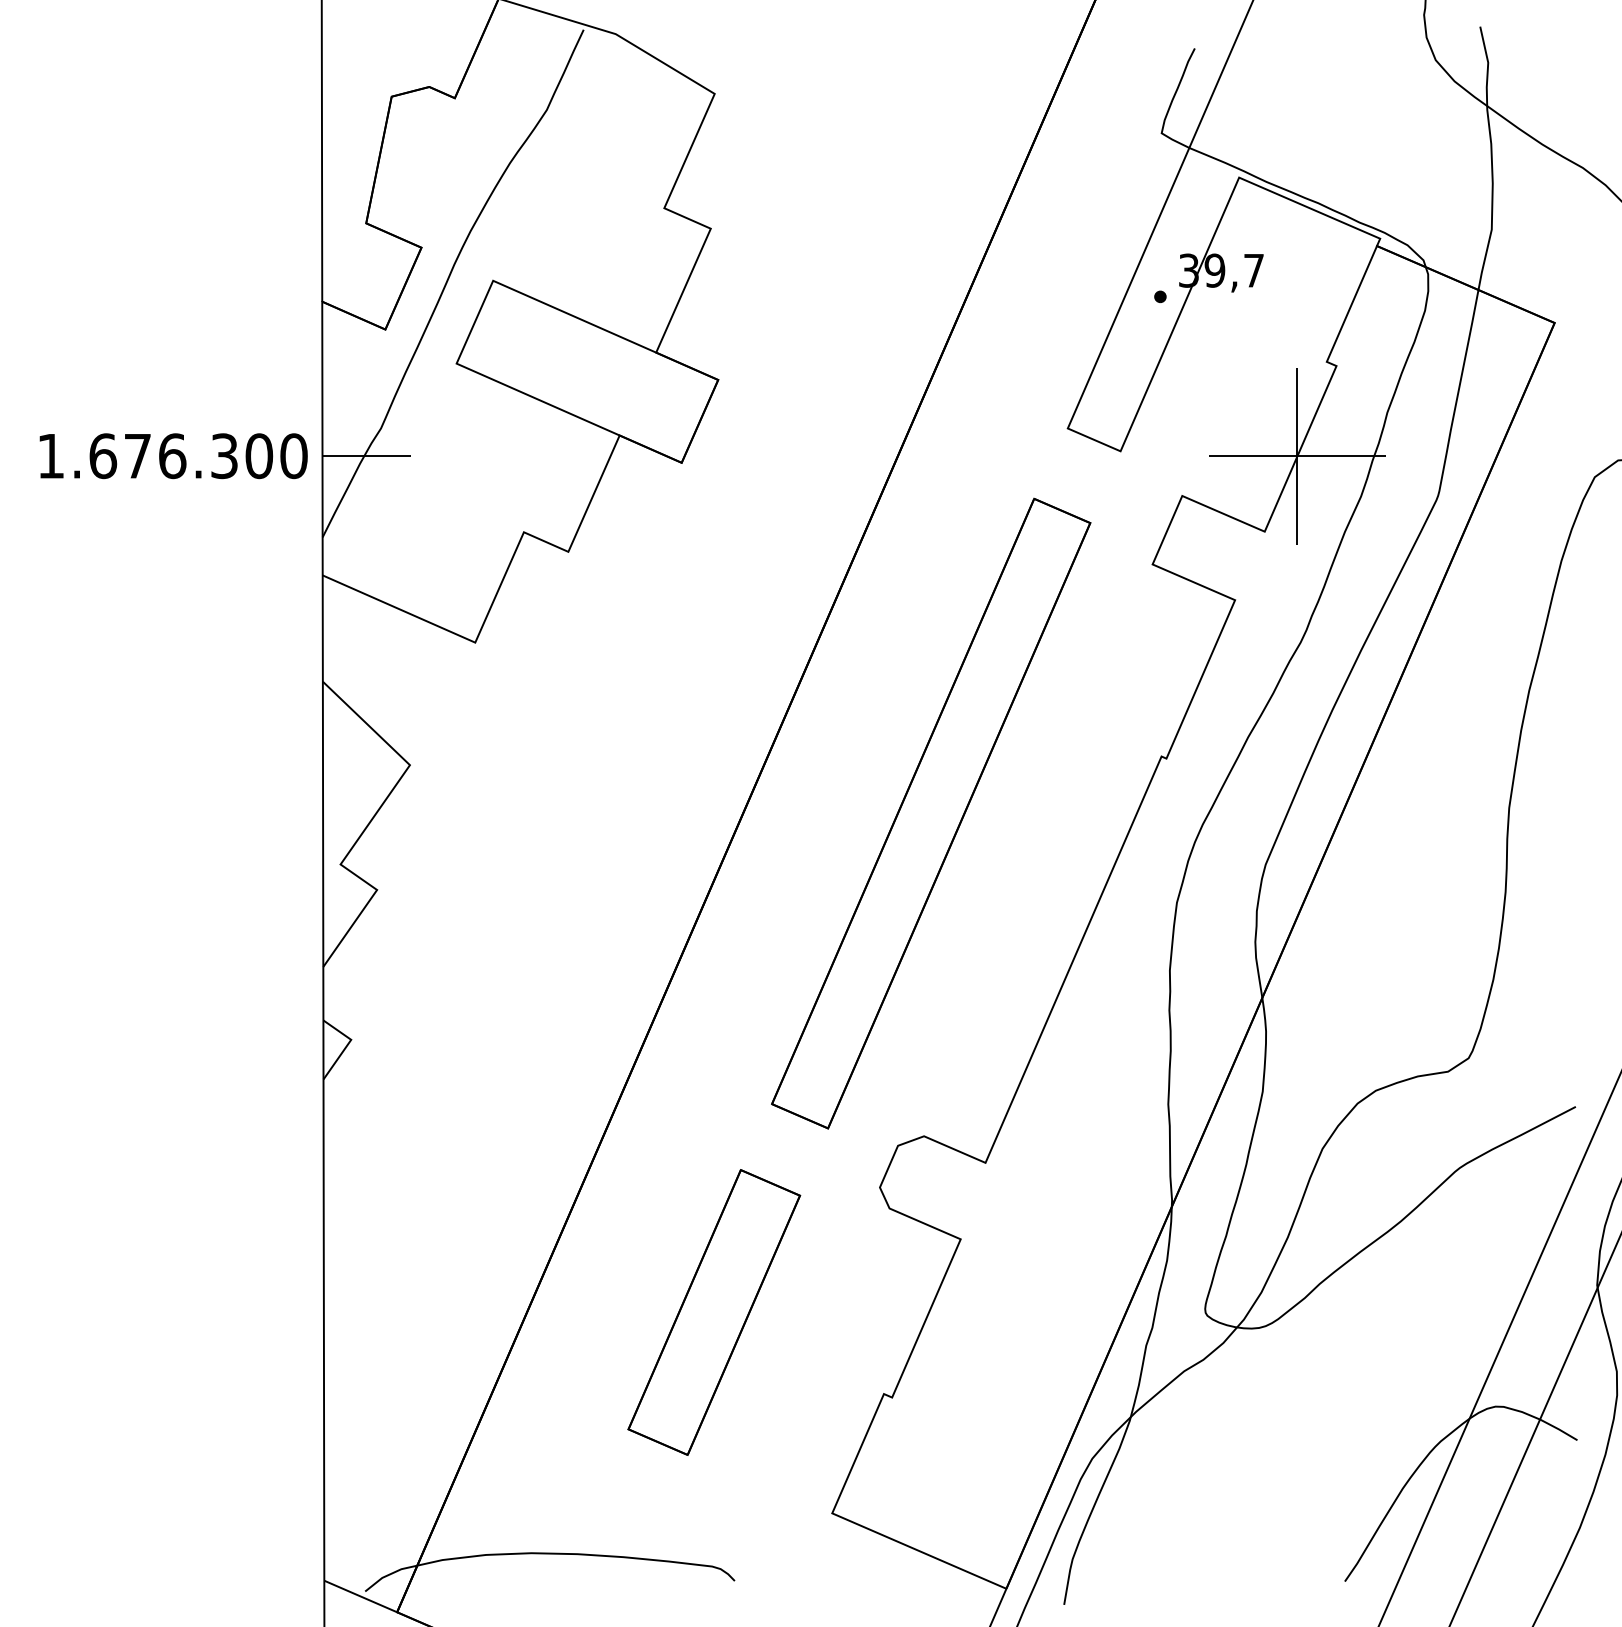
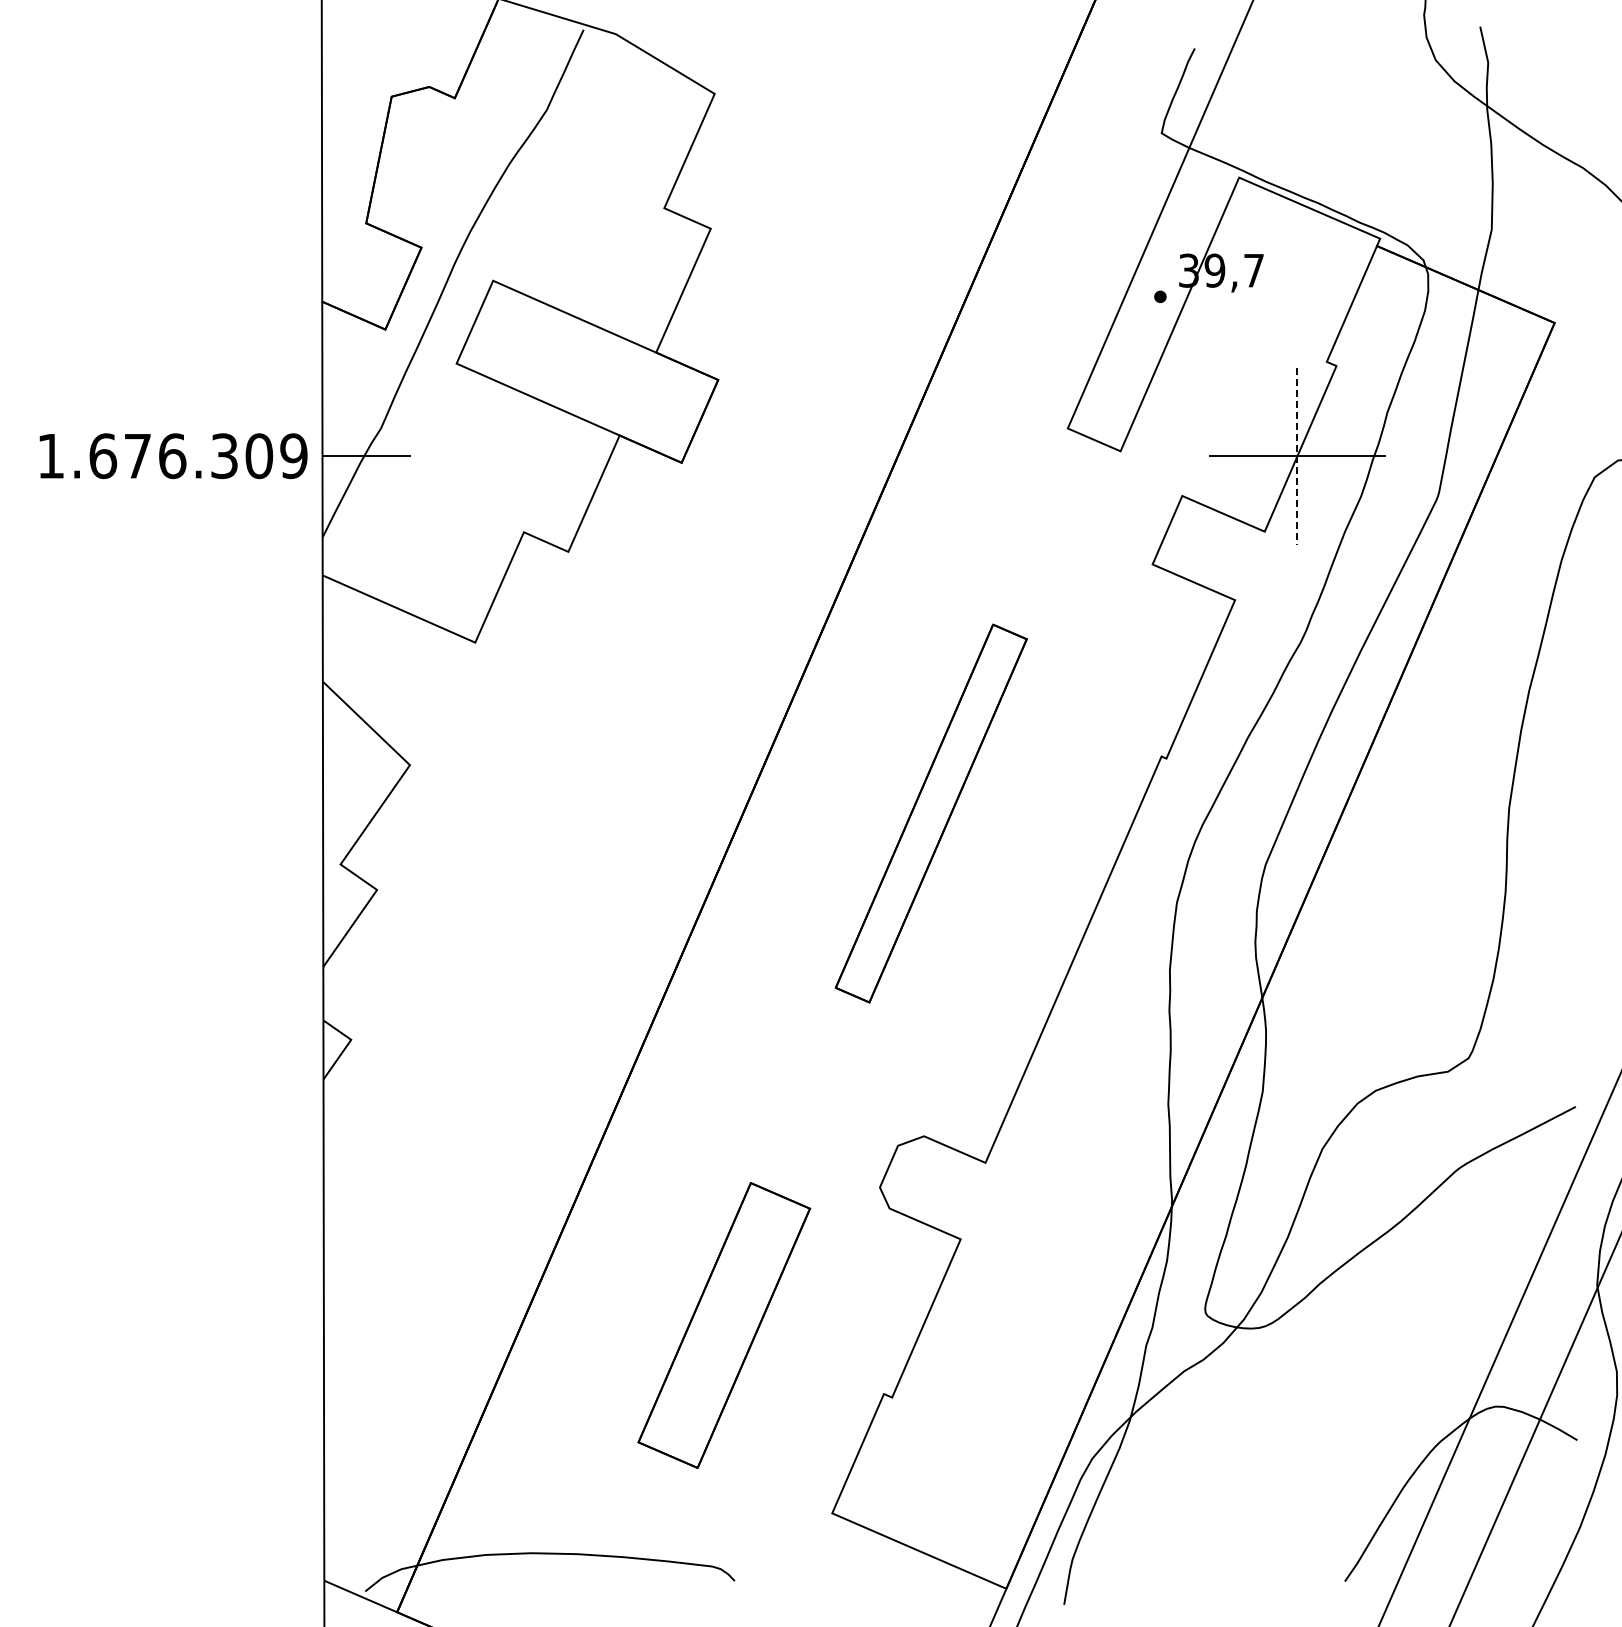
text at (293, 456): 1.676.300 -> 1.676.309
line at (1297, 456): solid -> dashed
part at (931, 813) size: 321x633 px -> 194x381 px
part at (714, 1312) position: (714, 1312) -> (724, 1325)
